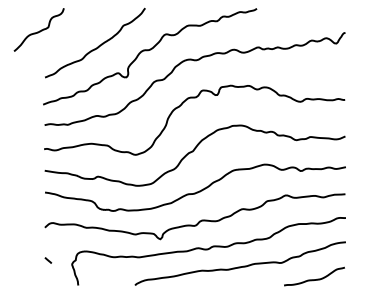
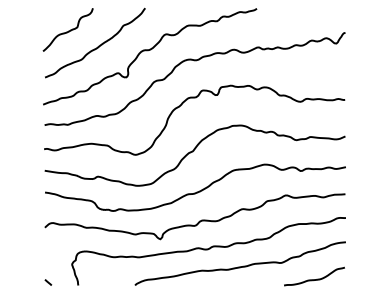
curve at (39, 30) position: (39, 30) -> (68, 30)
curve at (48, 260) position: (48, 260) -> (48, 282)
